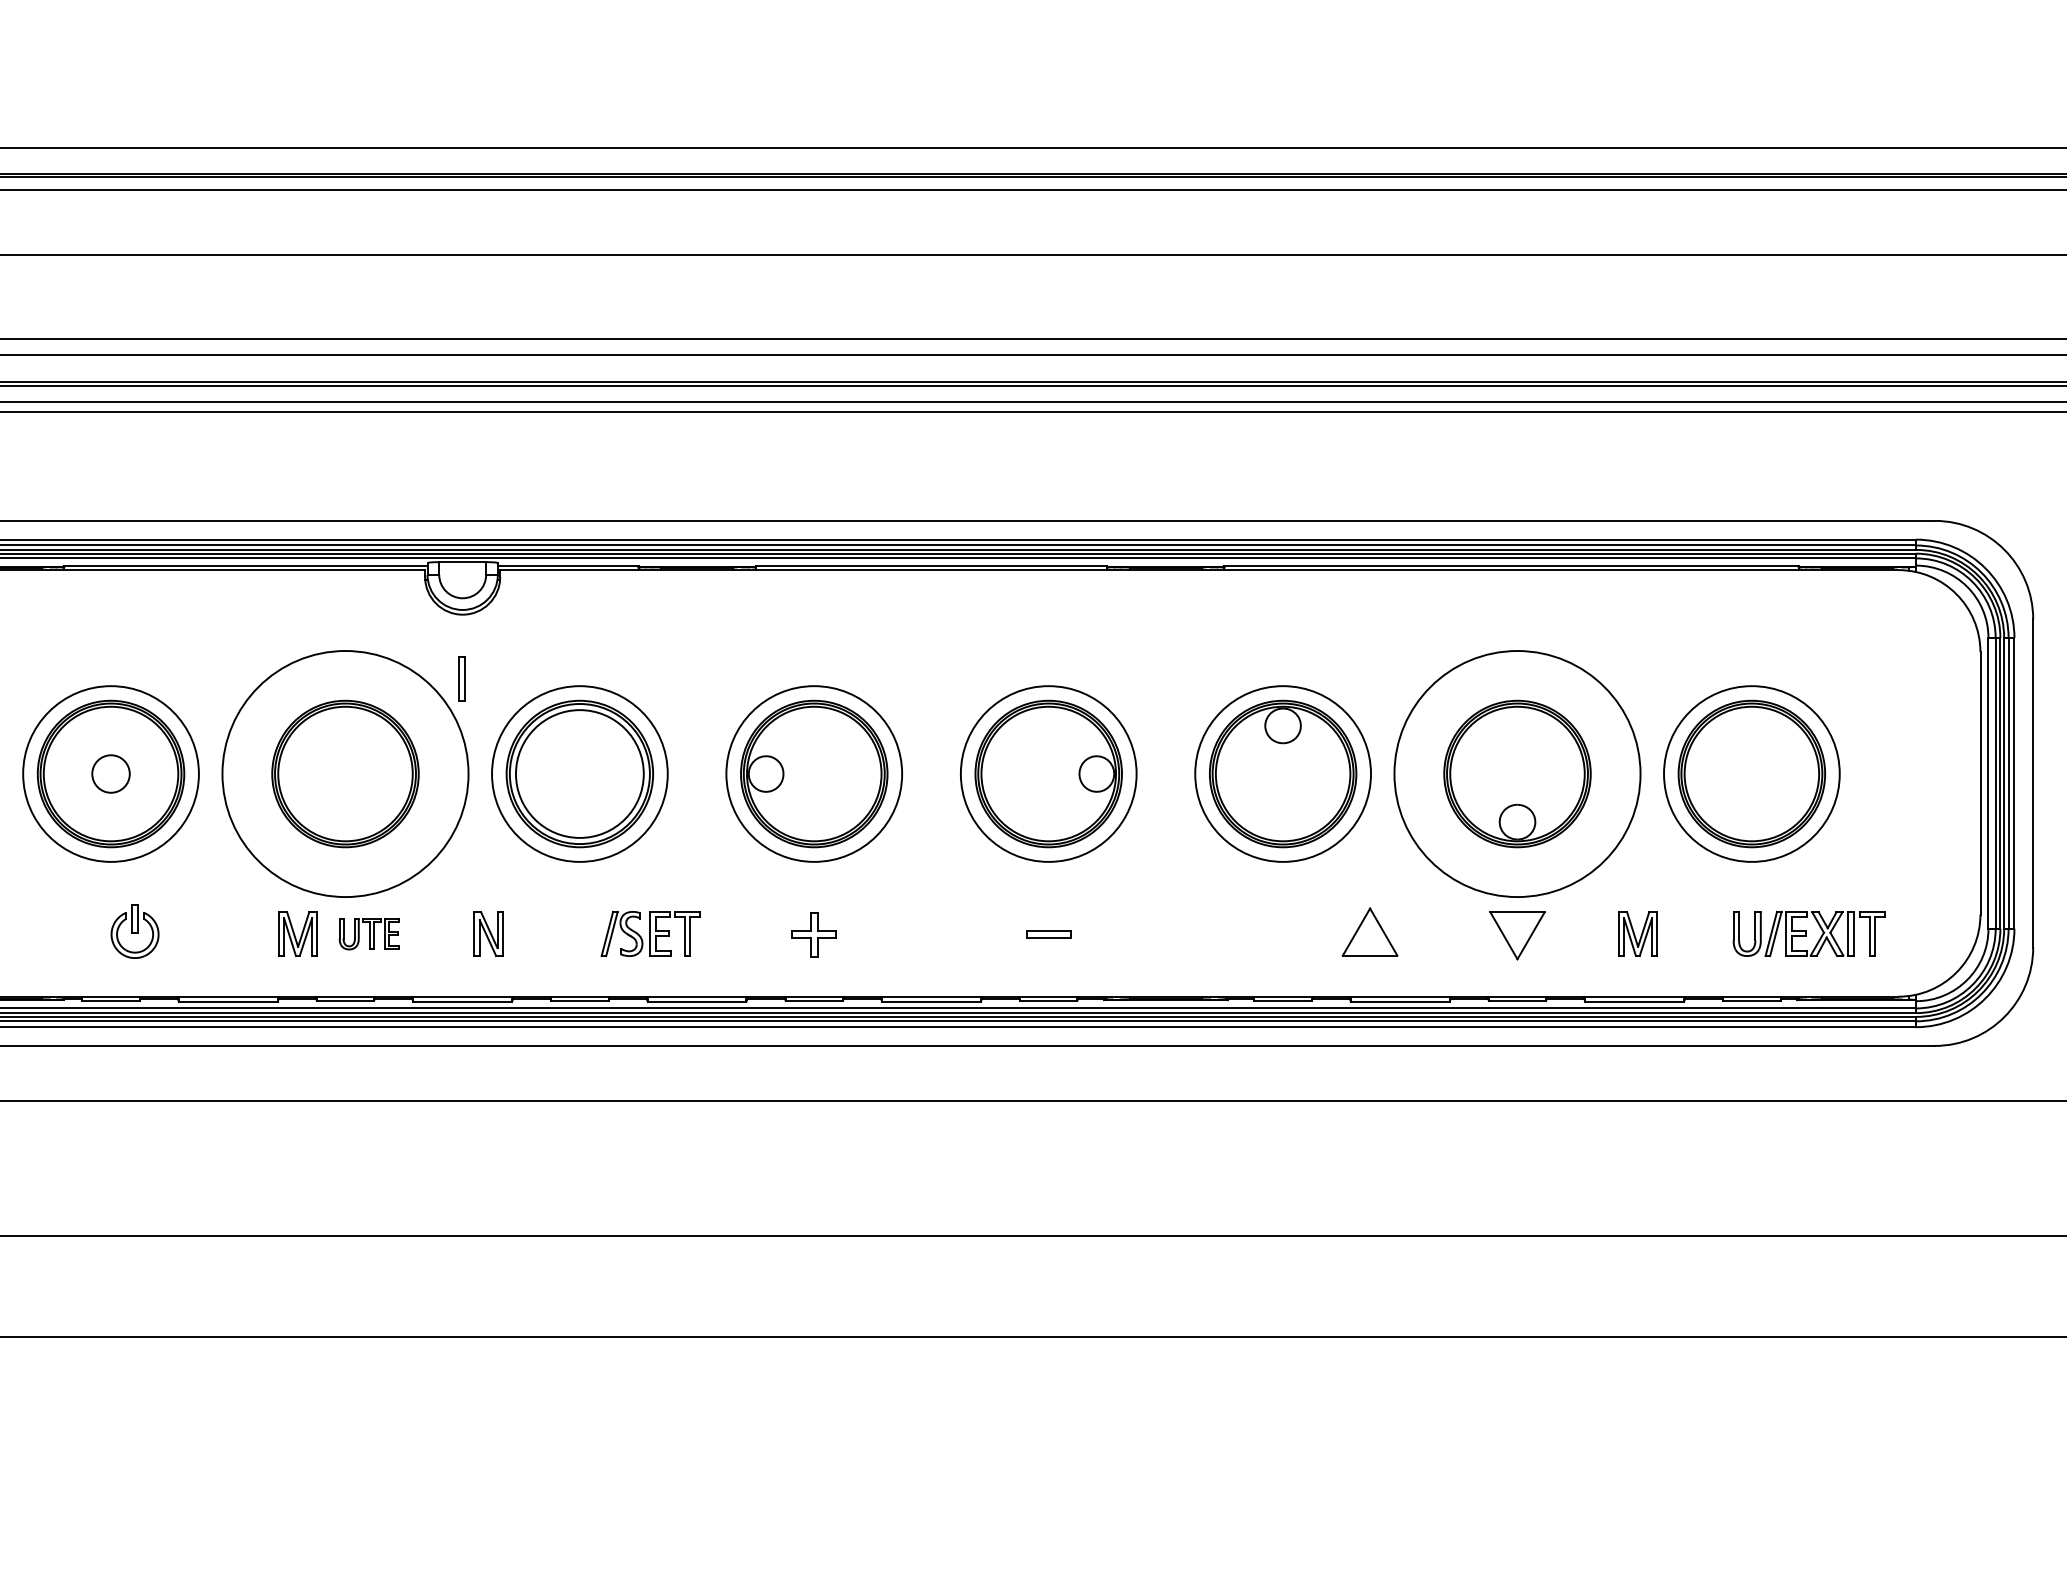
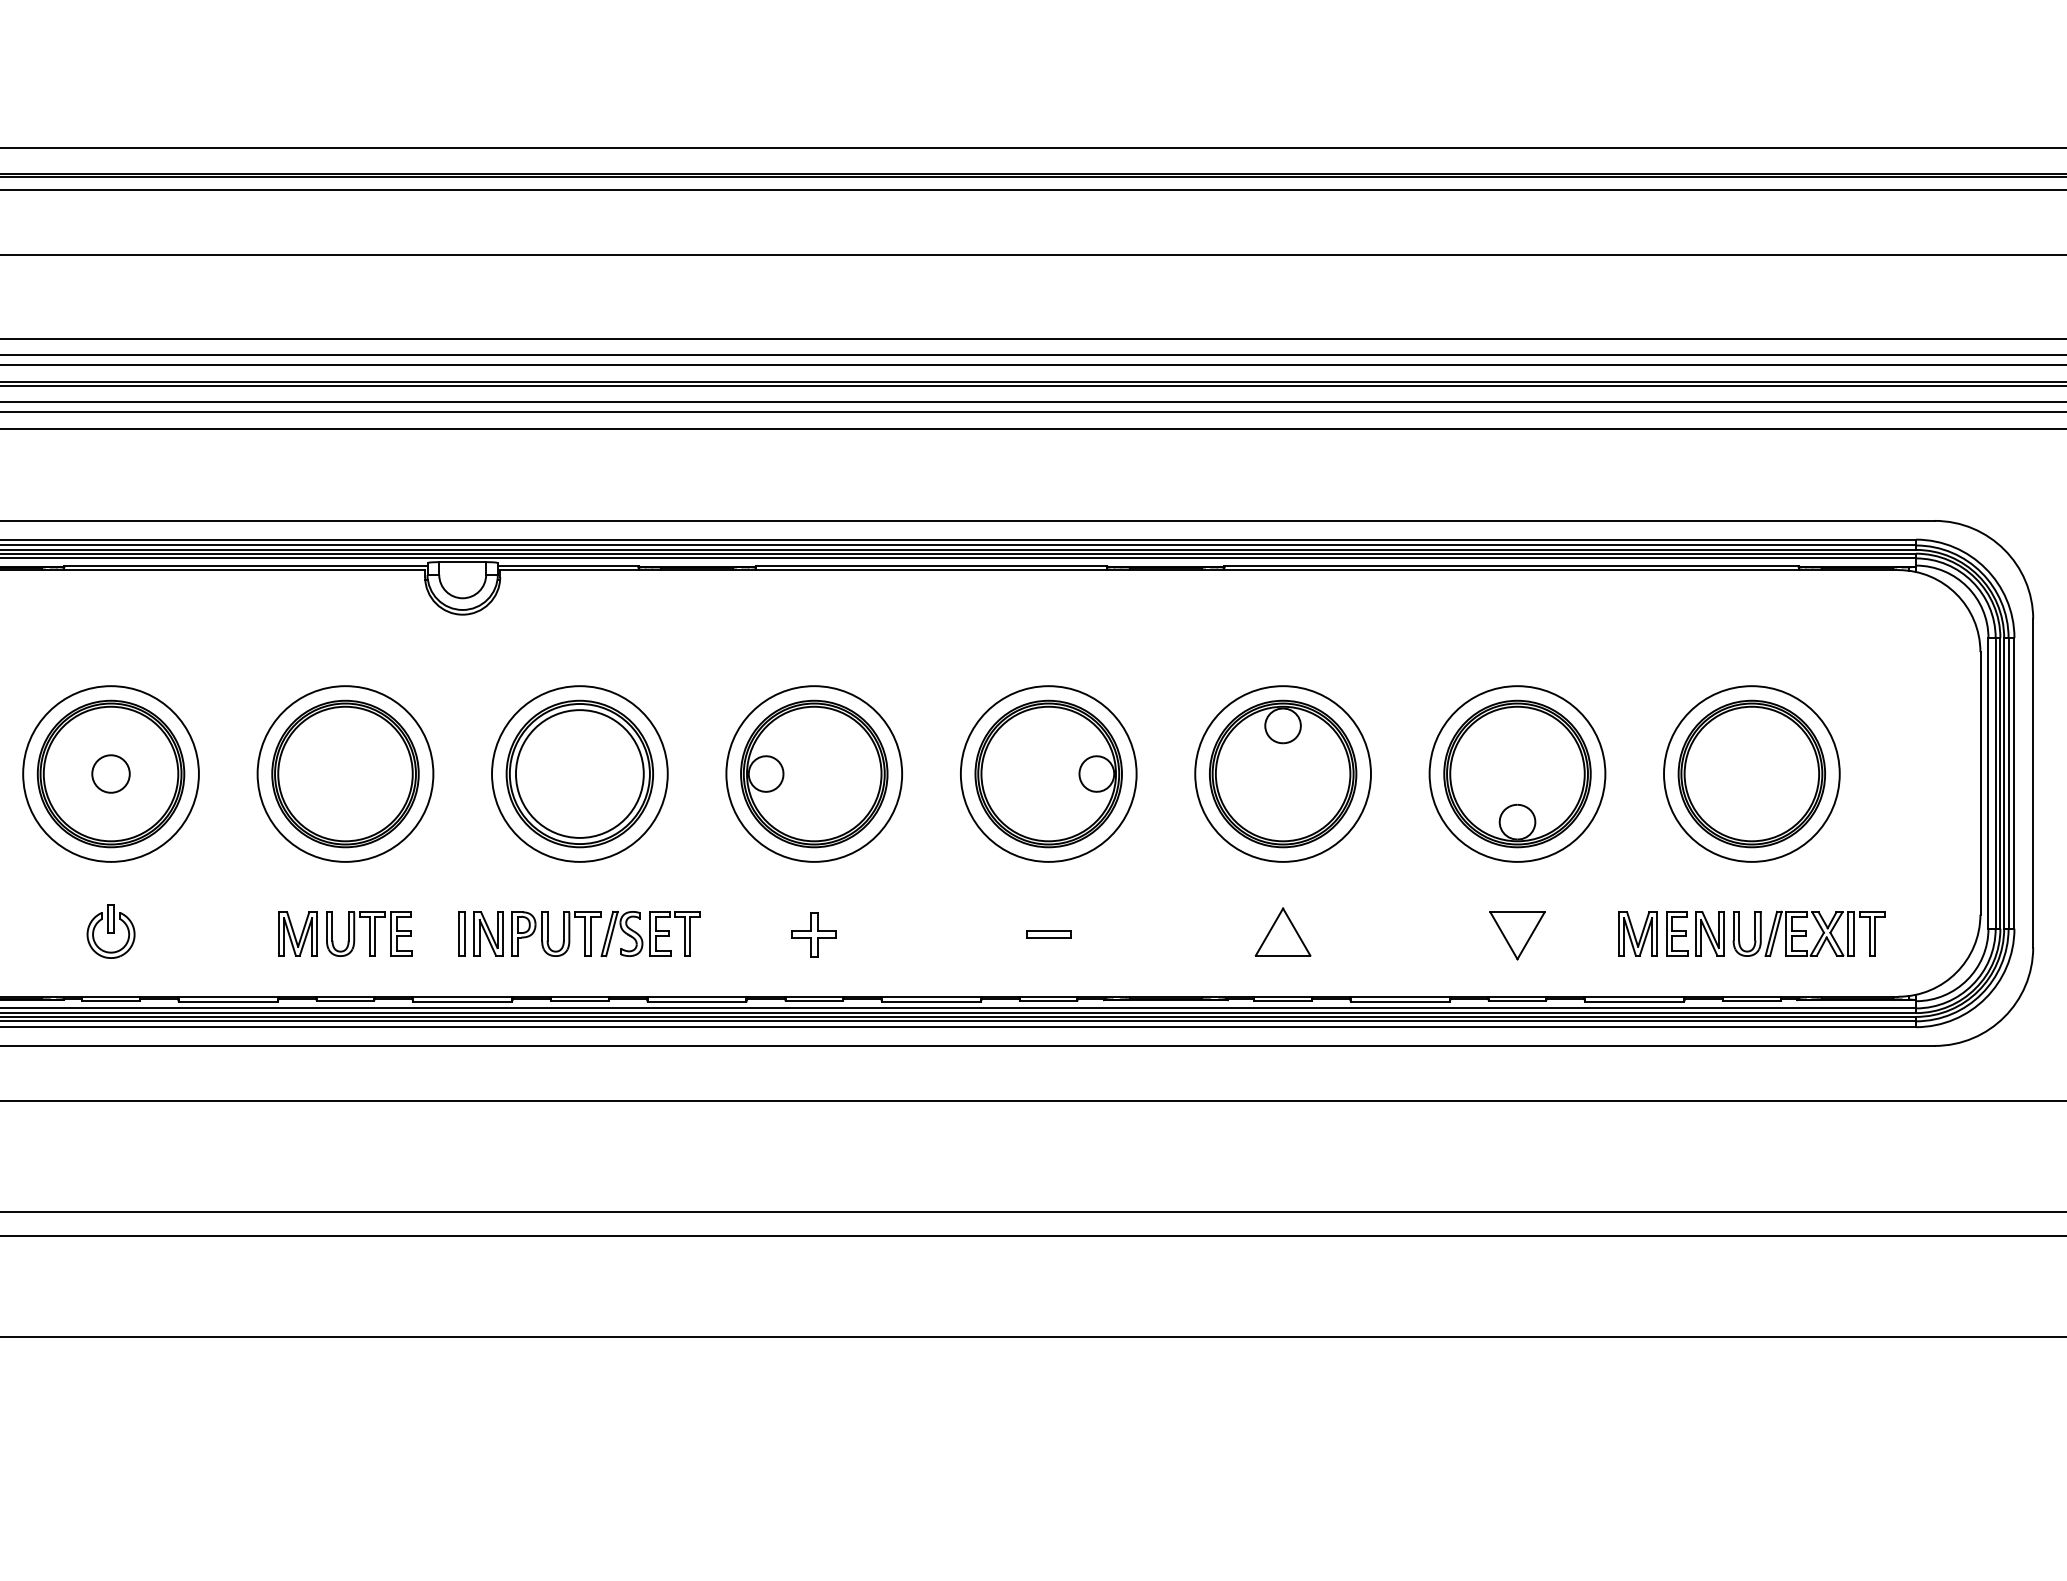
line at (1032, 365): none -> present
line at (1032, 428): none -> present
part at (461, 678) position: (461, 678) -> (461, 933)
circle at (345, 774) diameter: 246 px -> 176 px
circle at (1517, 774) diameter: 246 px -> 176 px
part at (134, 931) position: (134, 931) -> (110, 931)
part at (1369, 931) position: (1369, 931) -> (1282, 931)
part at (563, 933): none -> present
part at (1695, 933): none -> present
part at (368, 934) size: 62x33 px -> 87x46 px
line at (1032, 1211): none -> present
